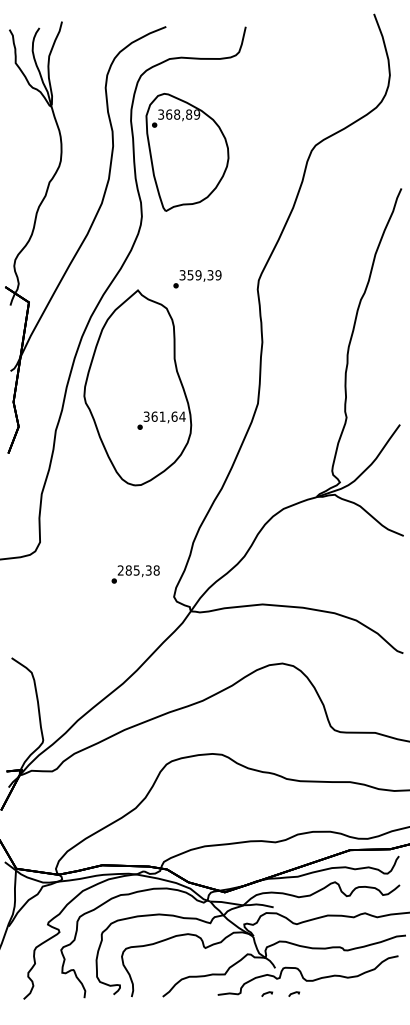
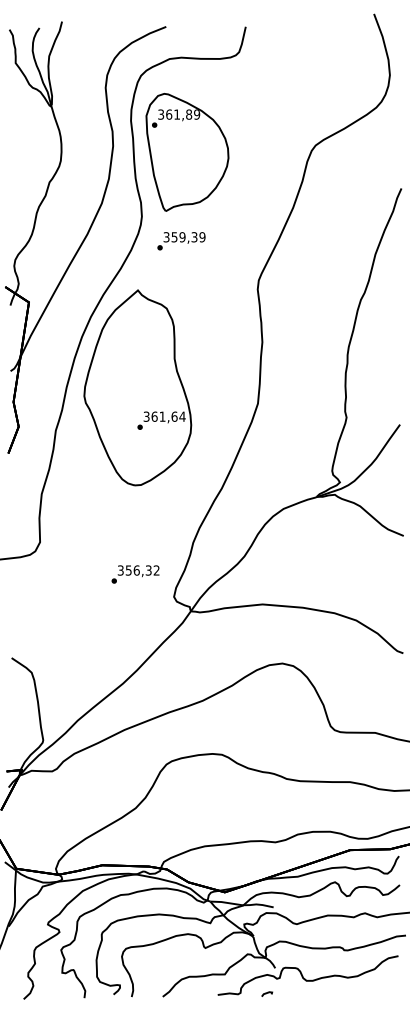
text at (177, 114): 368,89 -> 361,89
text at (197, 279) position: (197, 279) -> (181, 241)
text at (138, 570): 285,38 -> 356,32
part at (294, 993): present -> none
